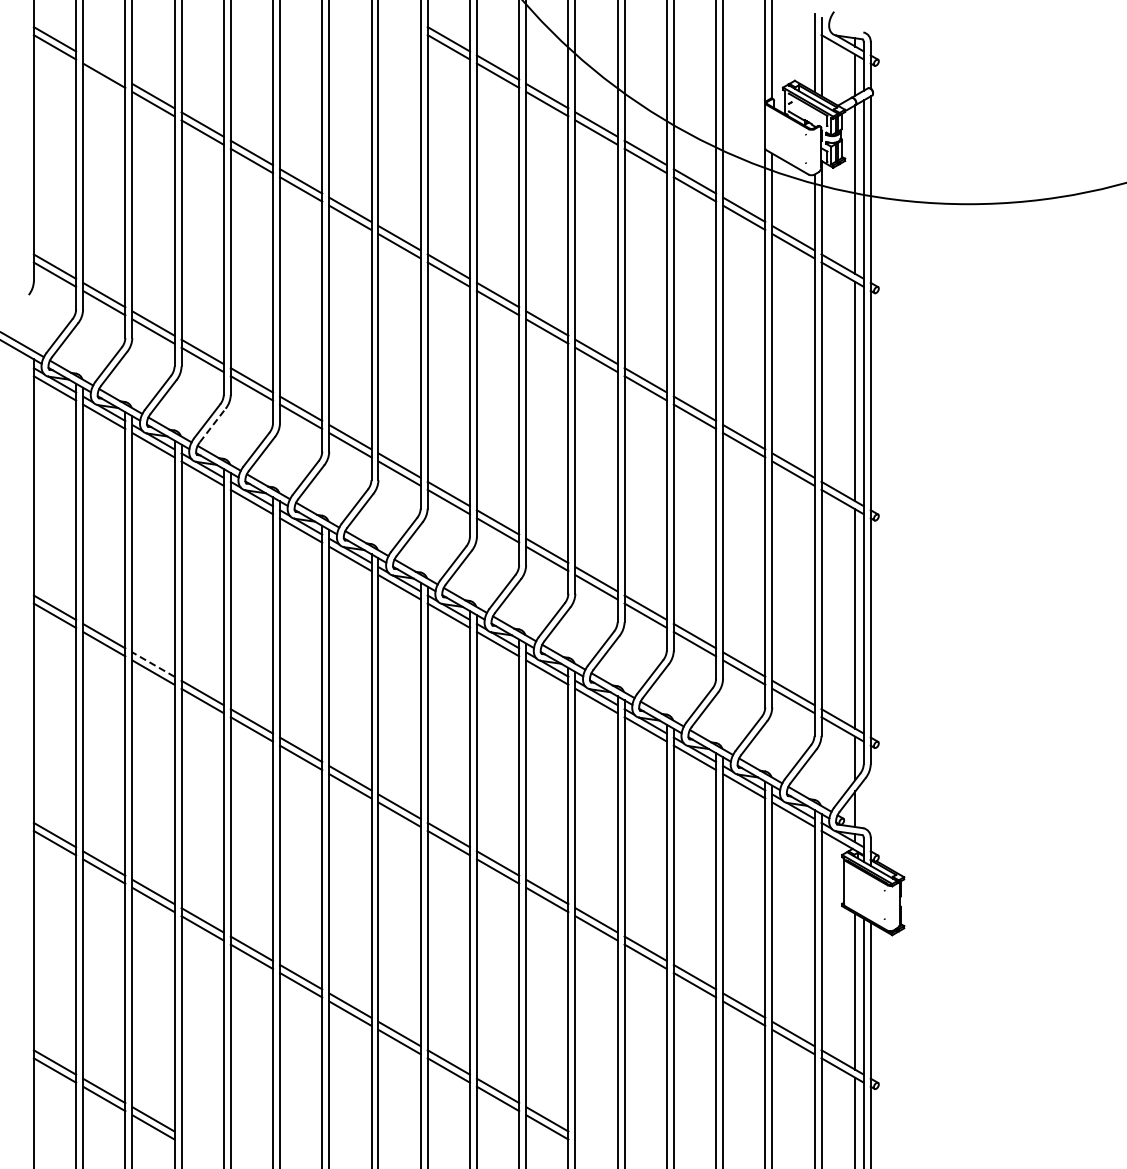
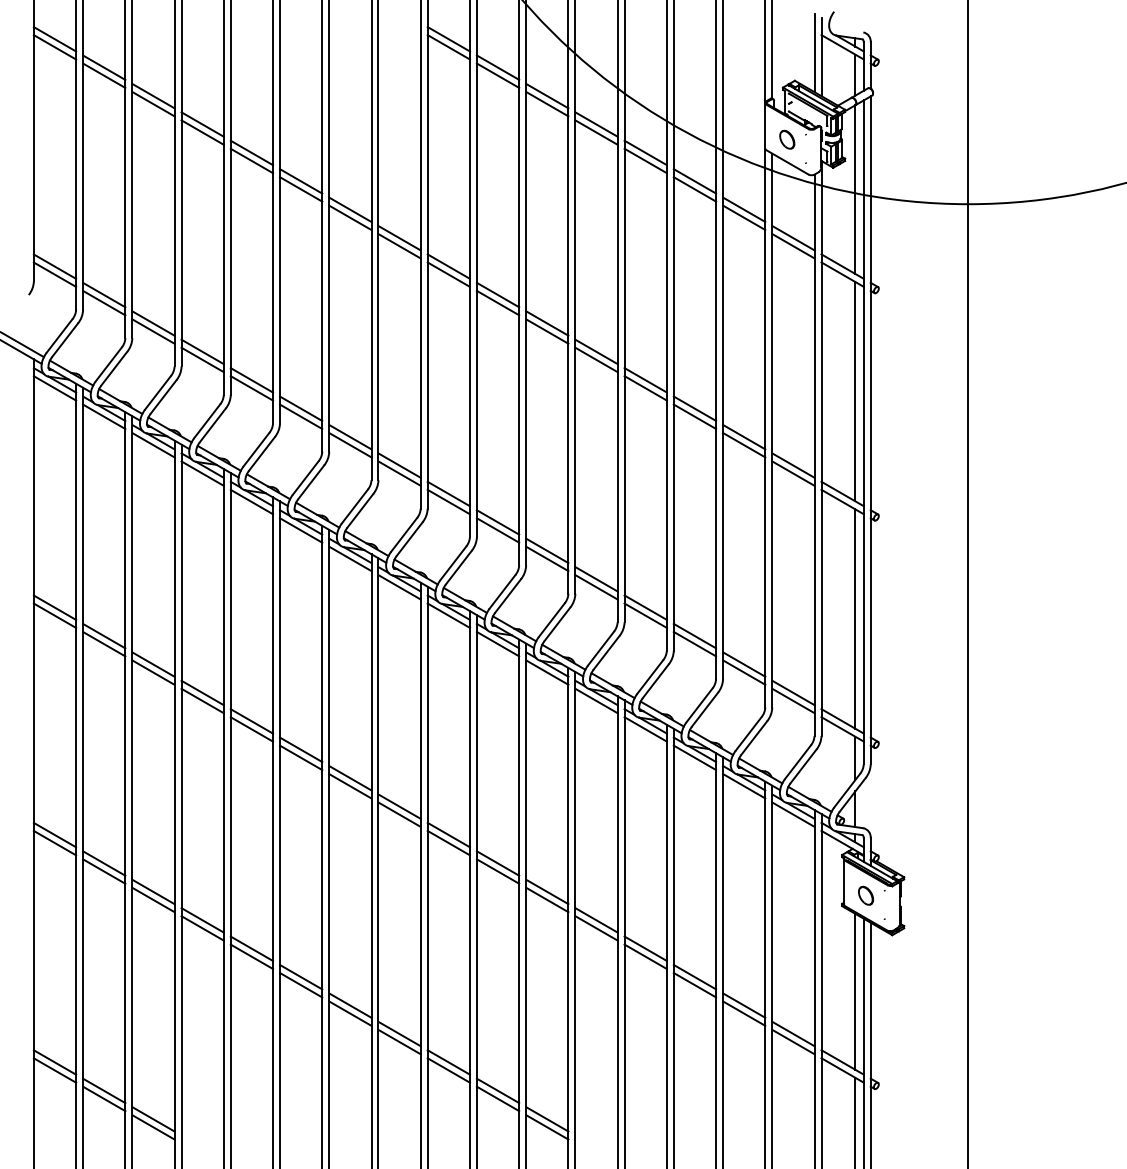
line at (104, 67): none -> present
part at (787, 139): none -> present
line at (213, 425): dashed -> solid
line at (968, 583): none -> present
line at (153, 664): dashed -> solid
part at (866, 895): none -> present
